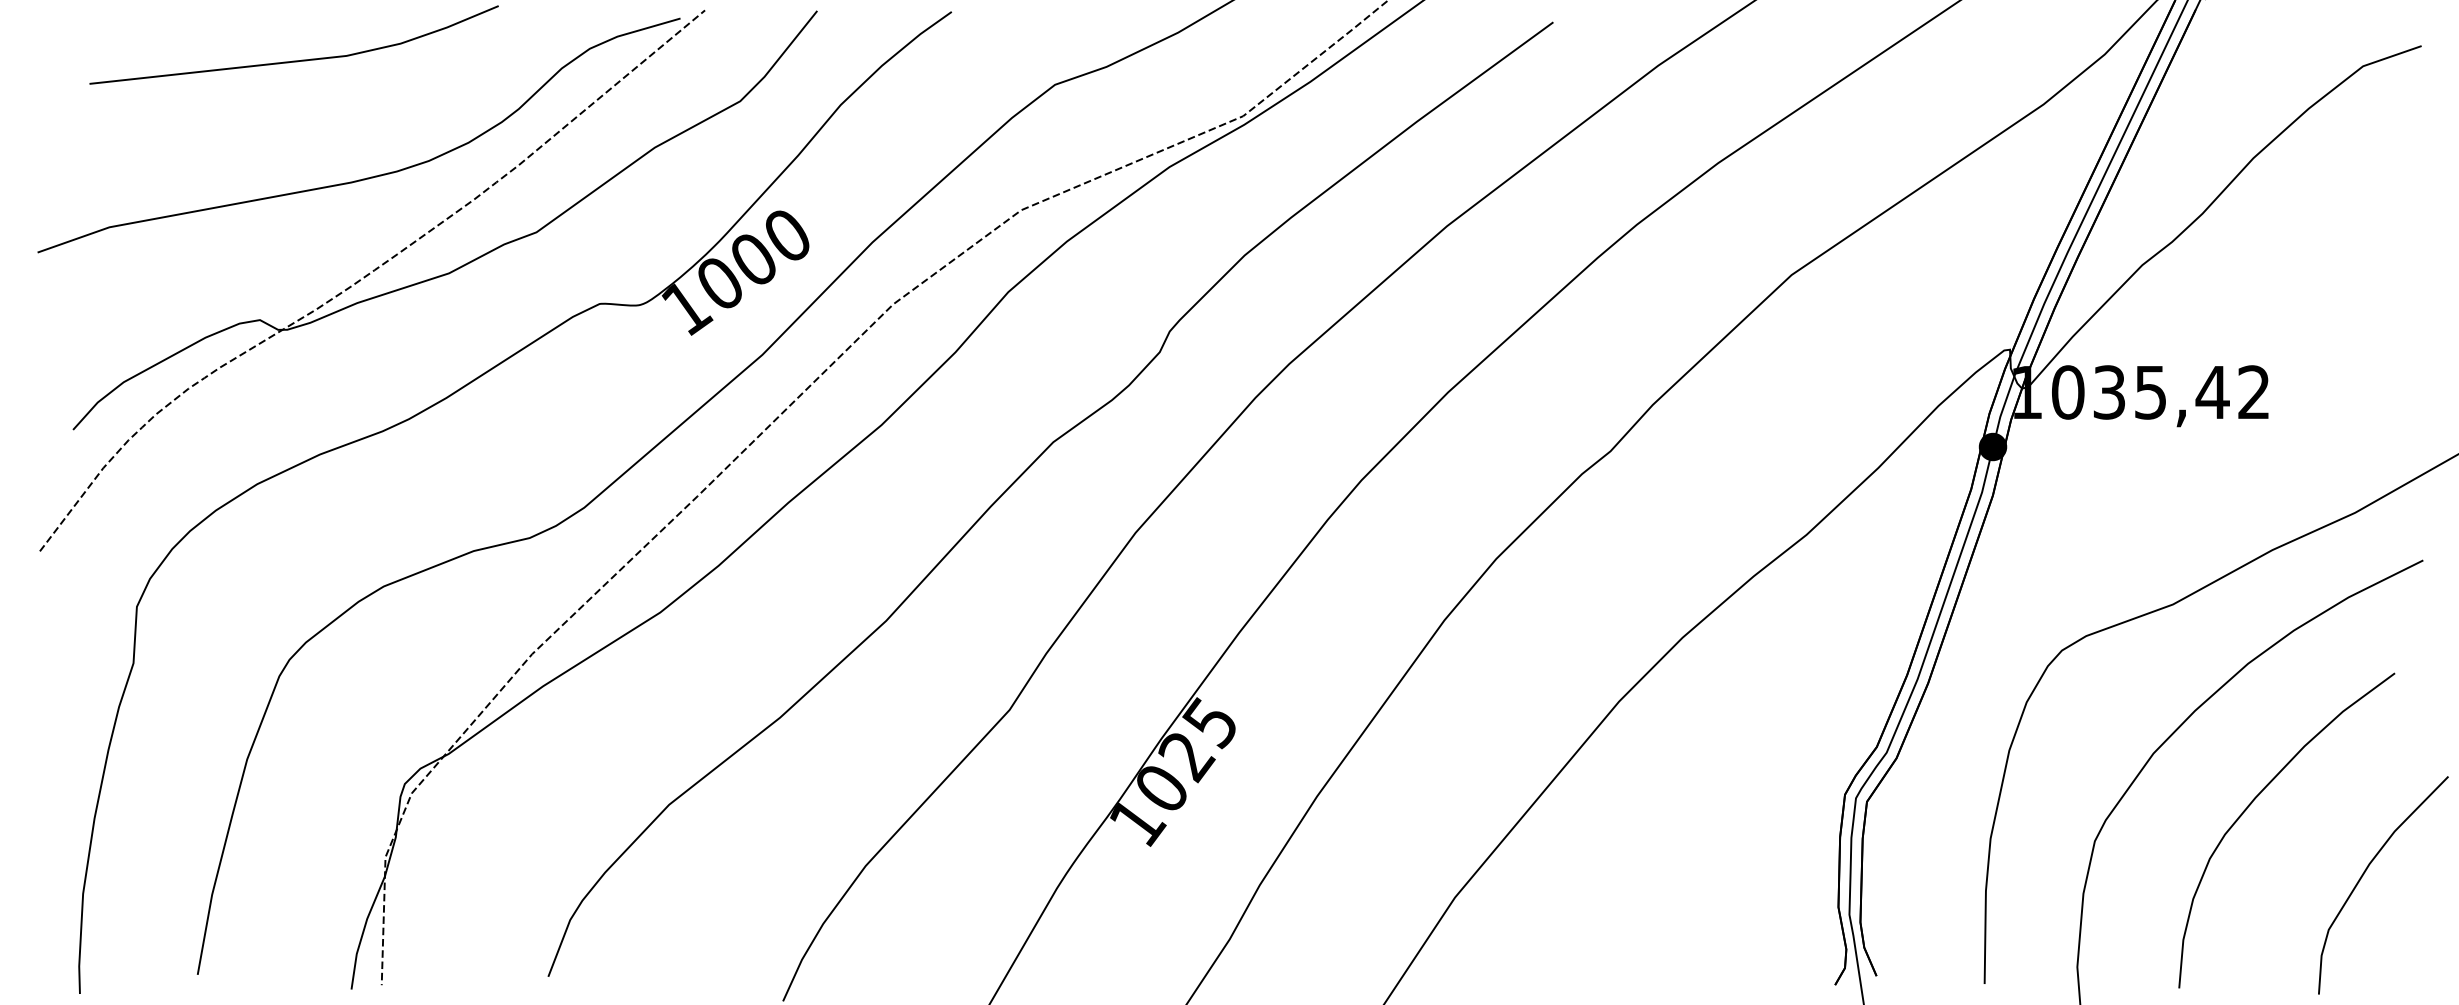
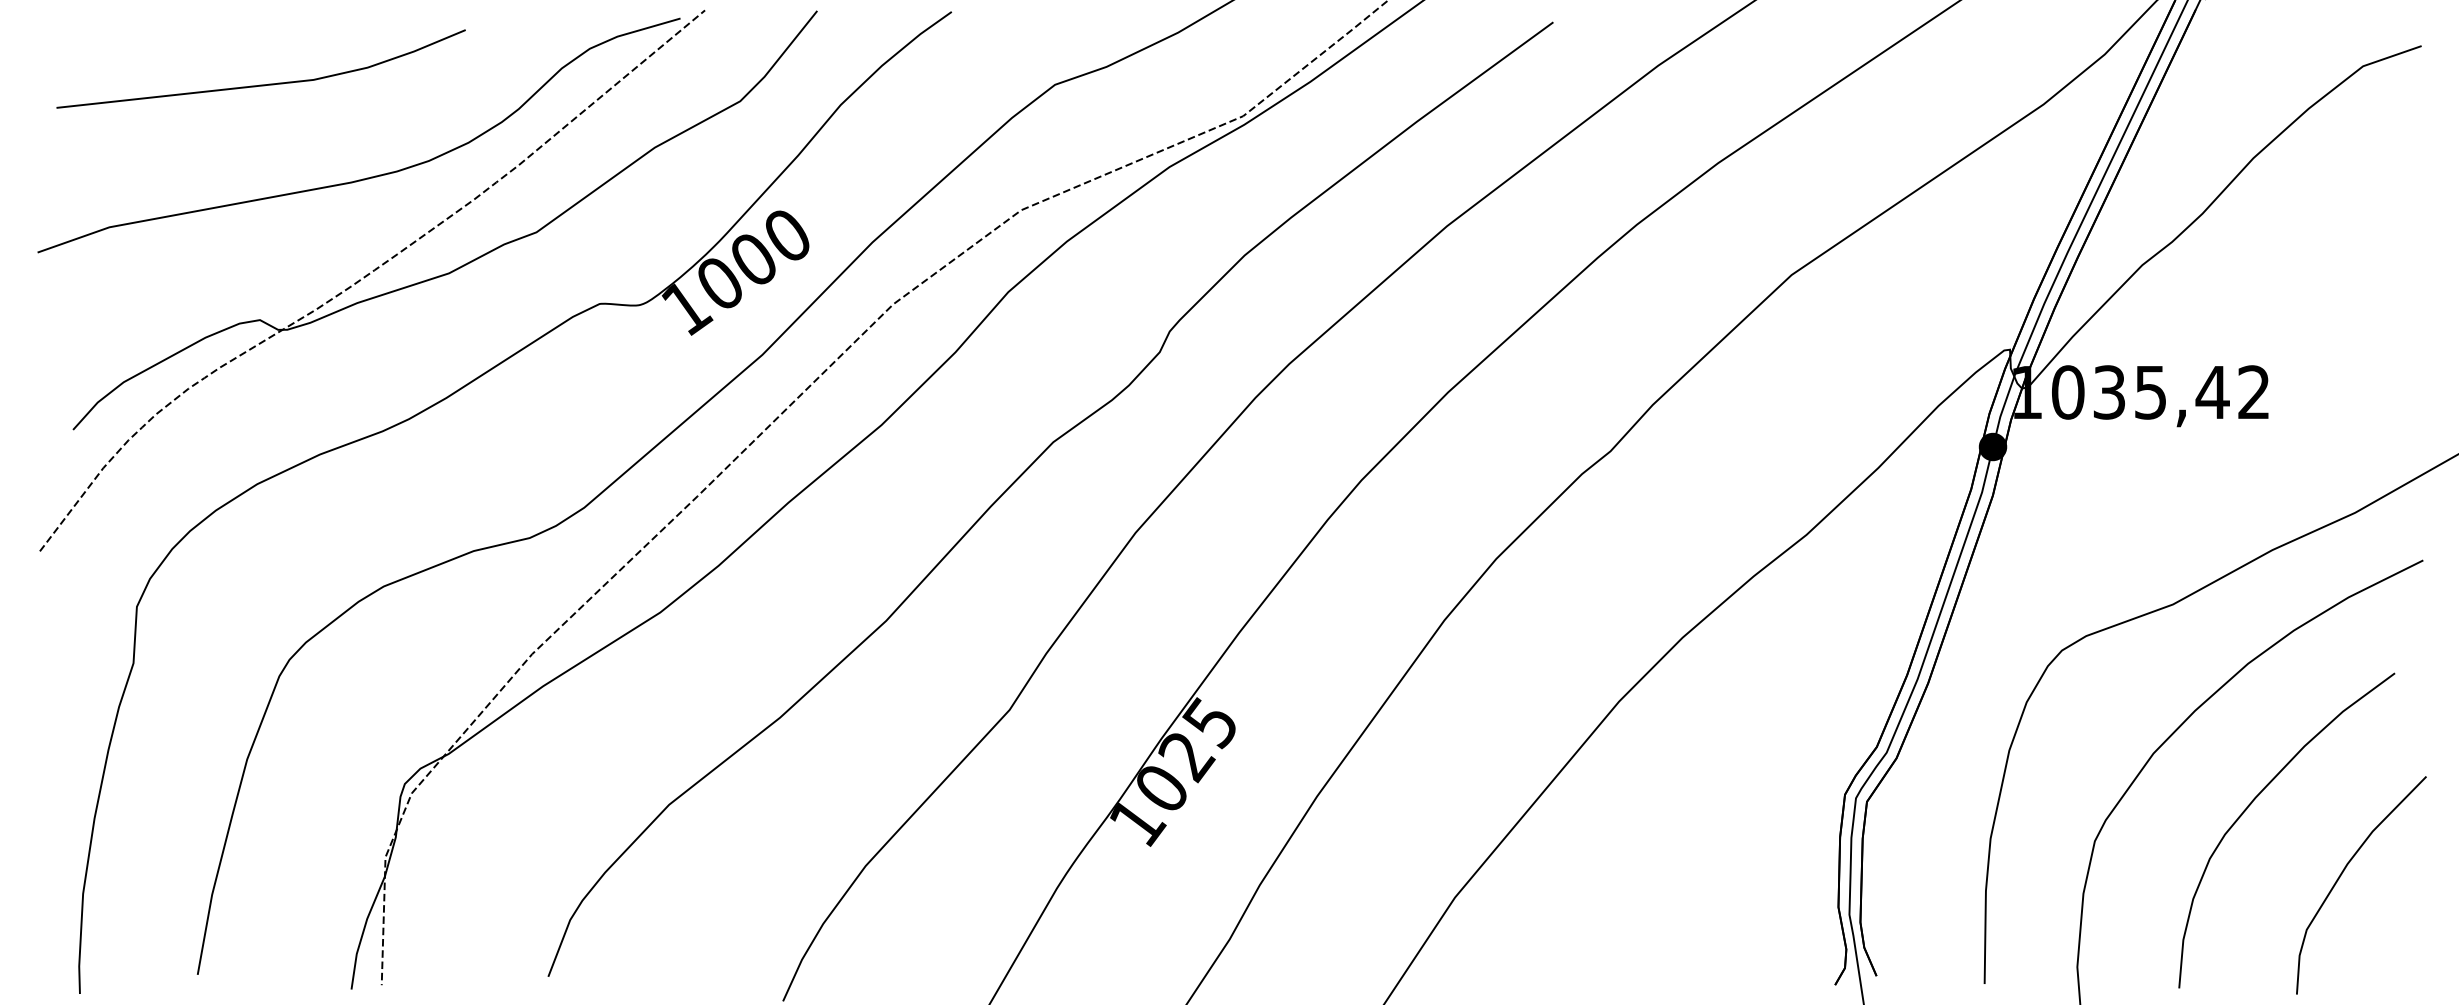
line at (293, 60) position: (293, 60) -> (260, 84)
curve at (2364, 874) position: (2364, 874) -> (2342, 874)
